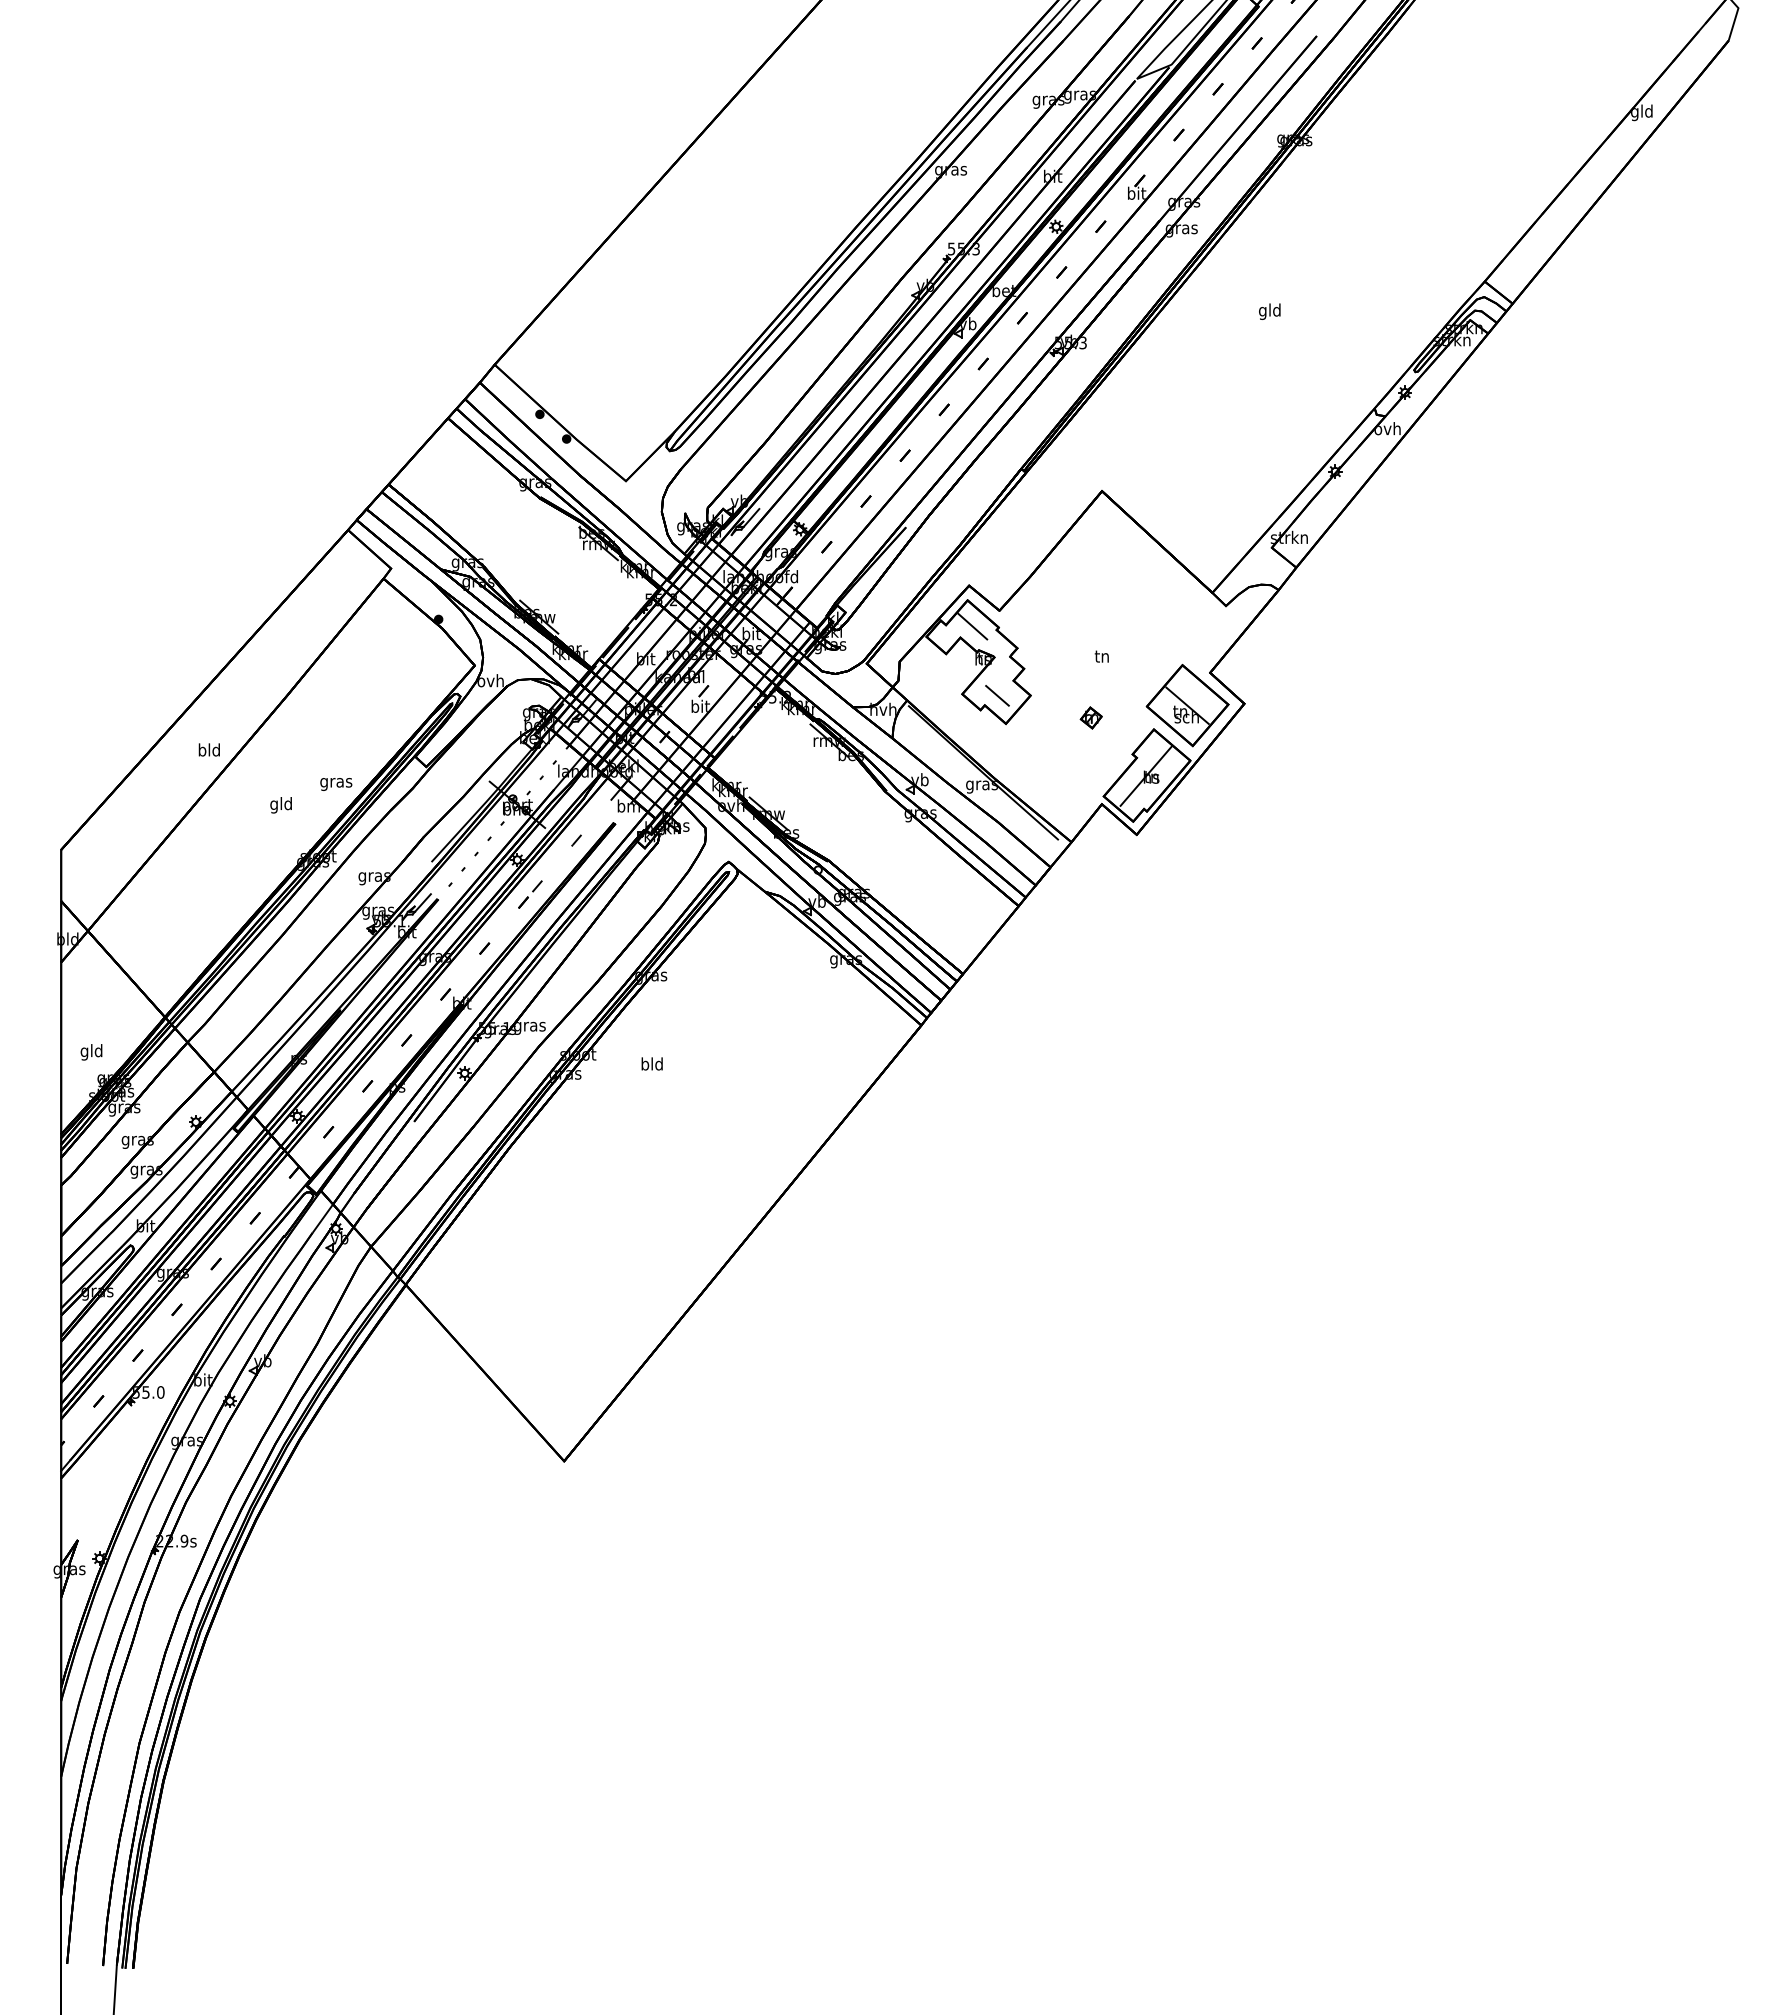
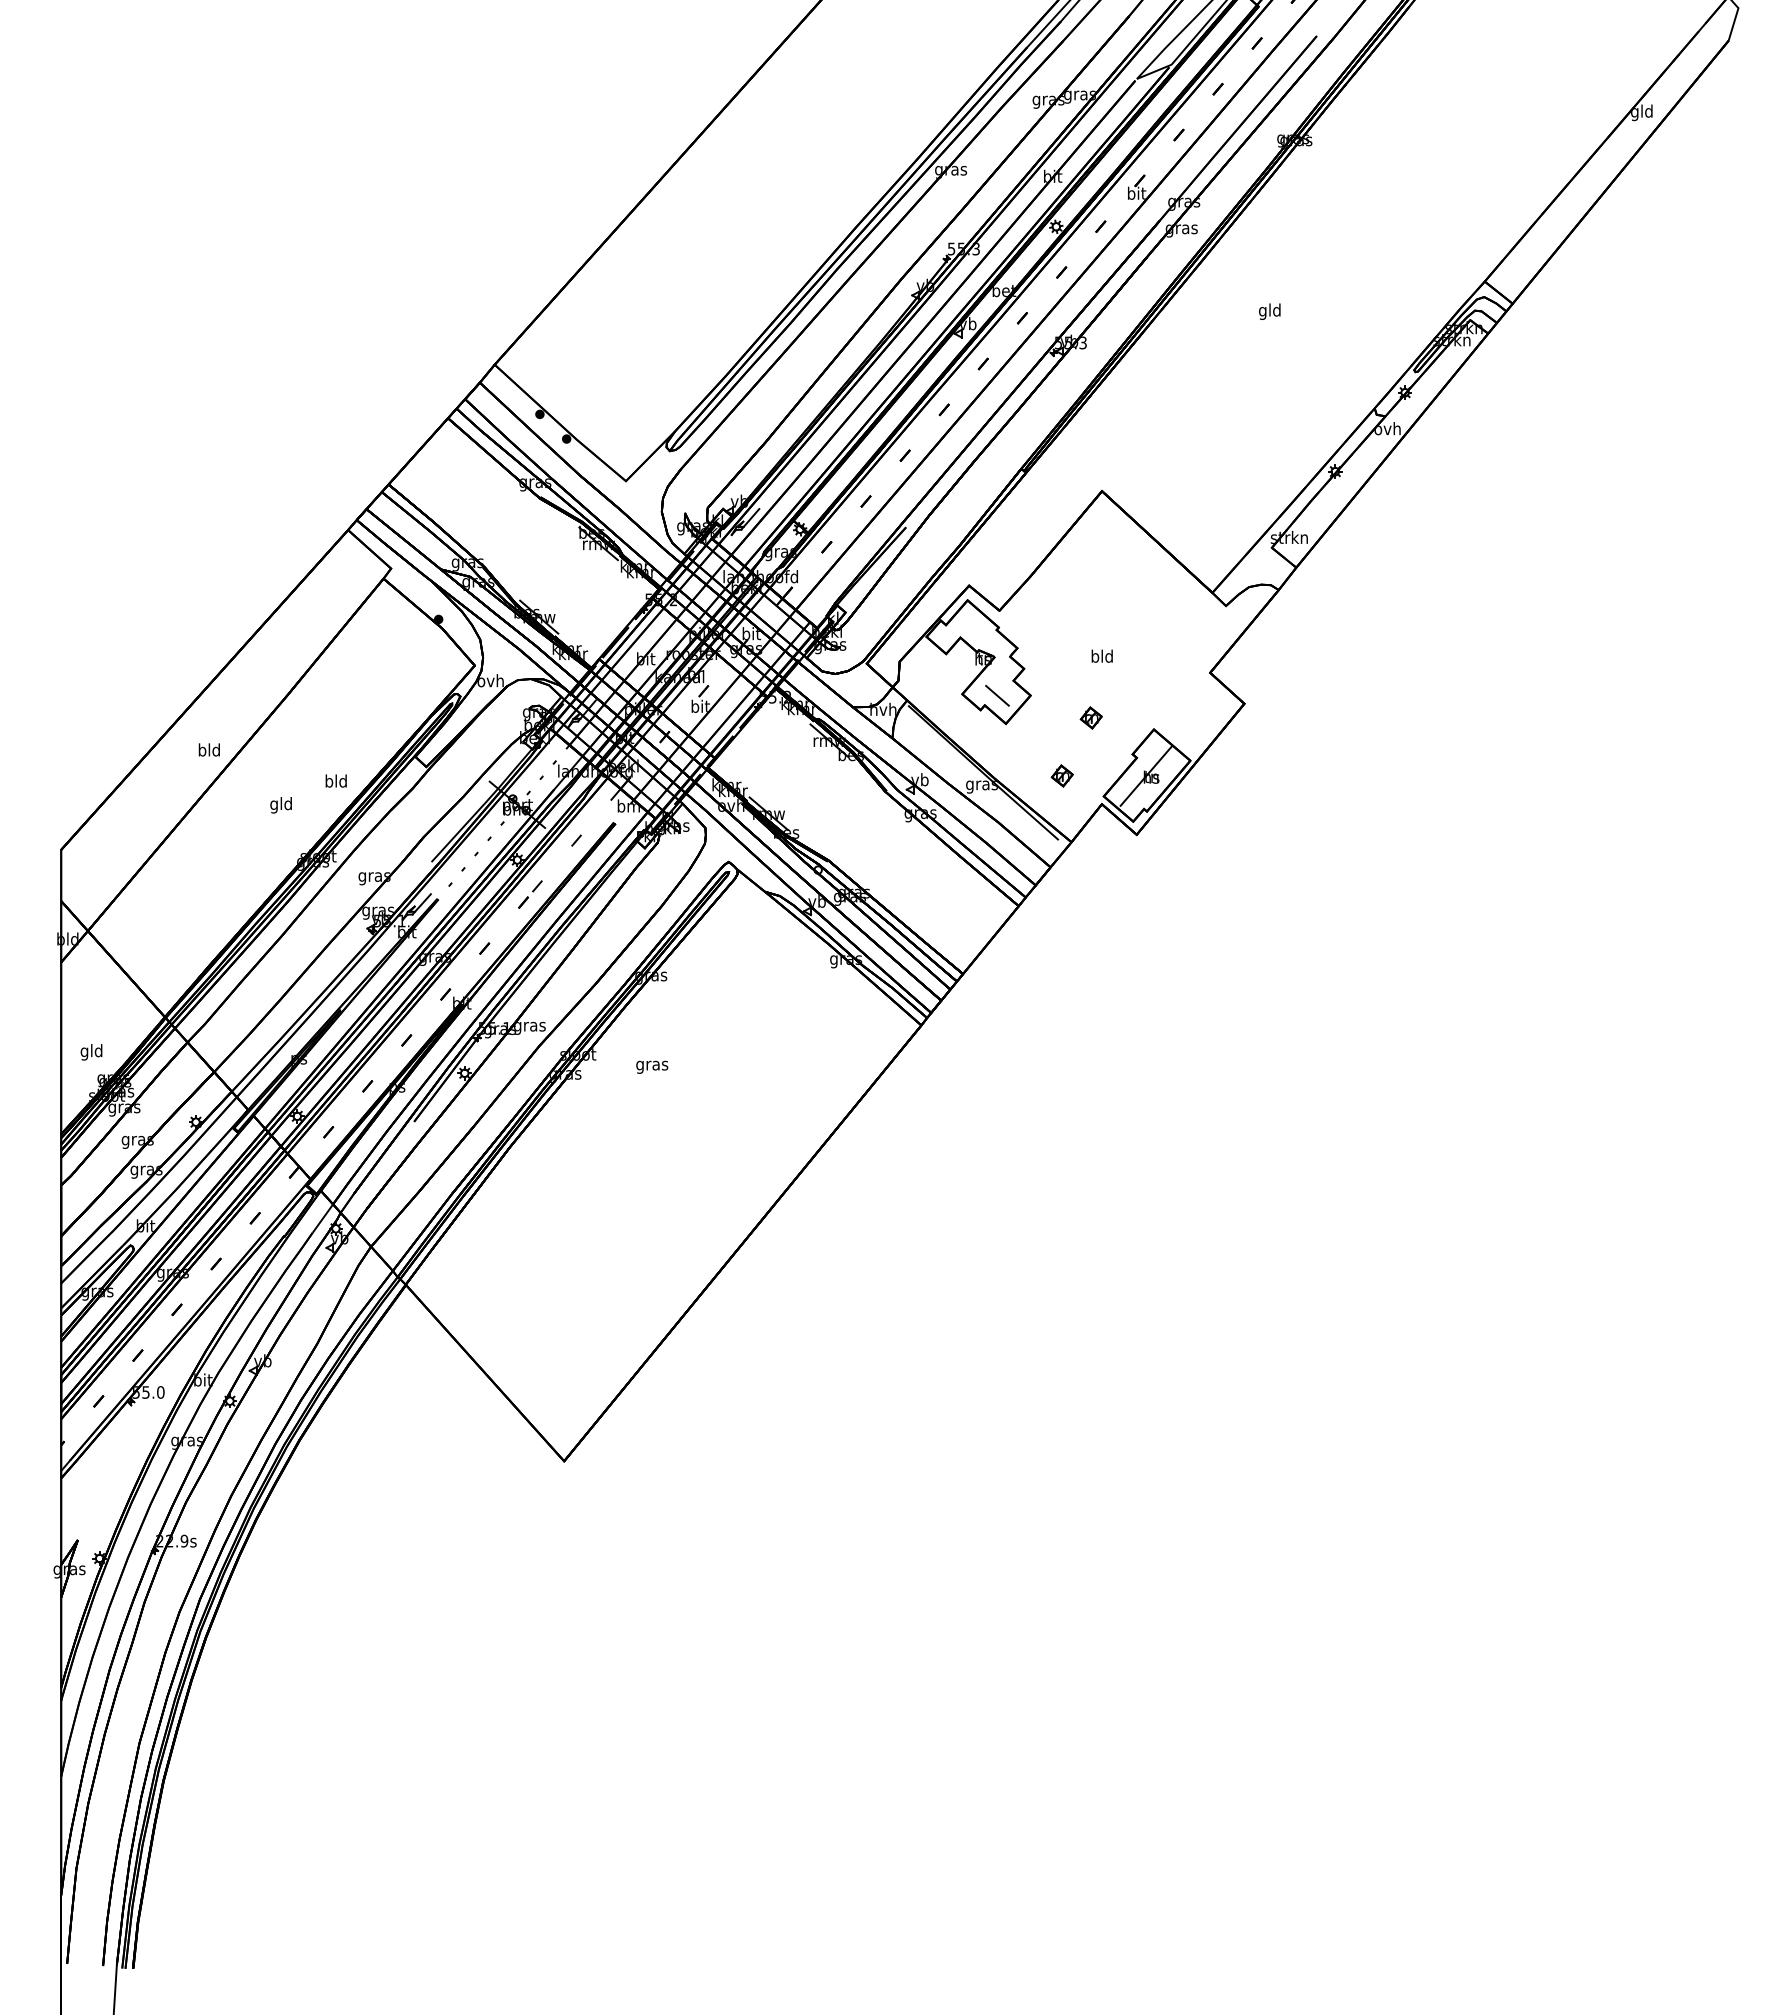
line at (972, 626): present -> none
text at (1101, 655): tn -> bld
part at (1187, 705): present -> none
part at (1061, 775): none -> present
text at (336, 782): gras -> bld
text at (652, 1065): bld -> gras
